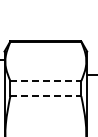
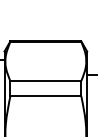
line at (46, 81): dashed -> solid
line at (46, 96): dashed -> solid
